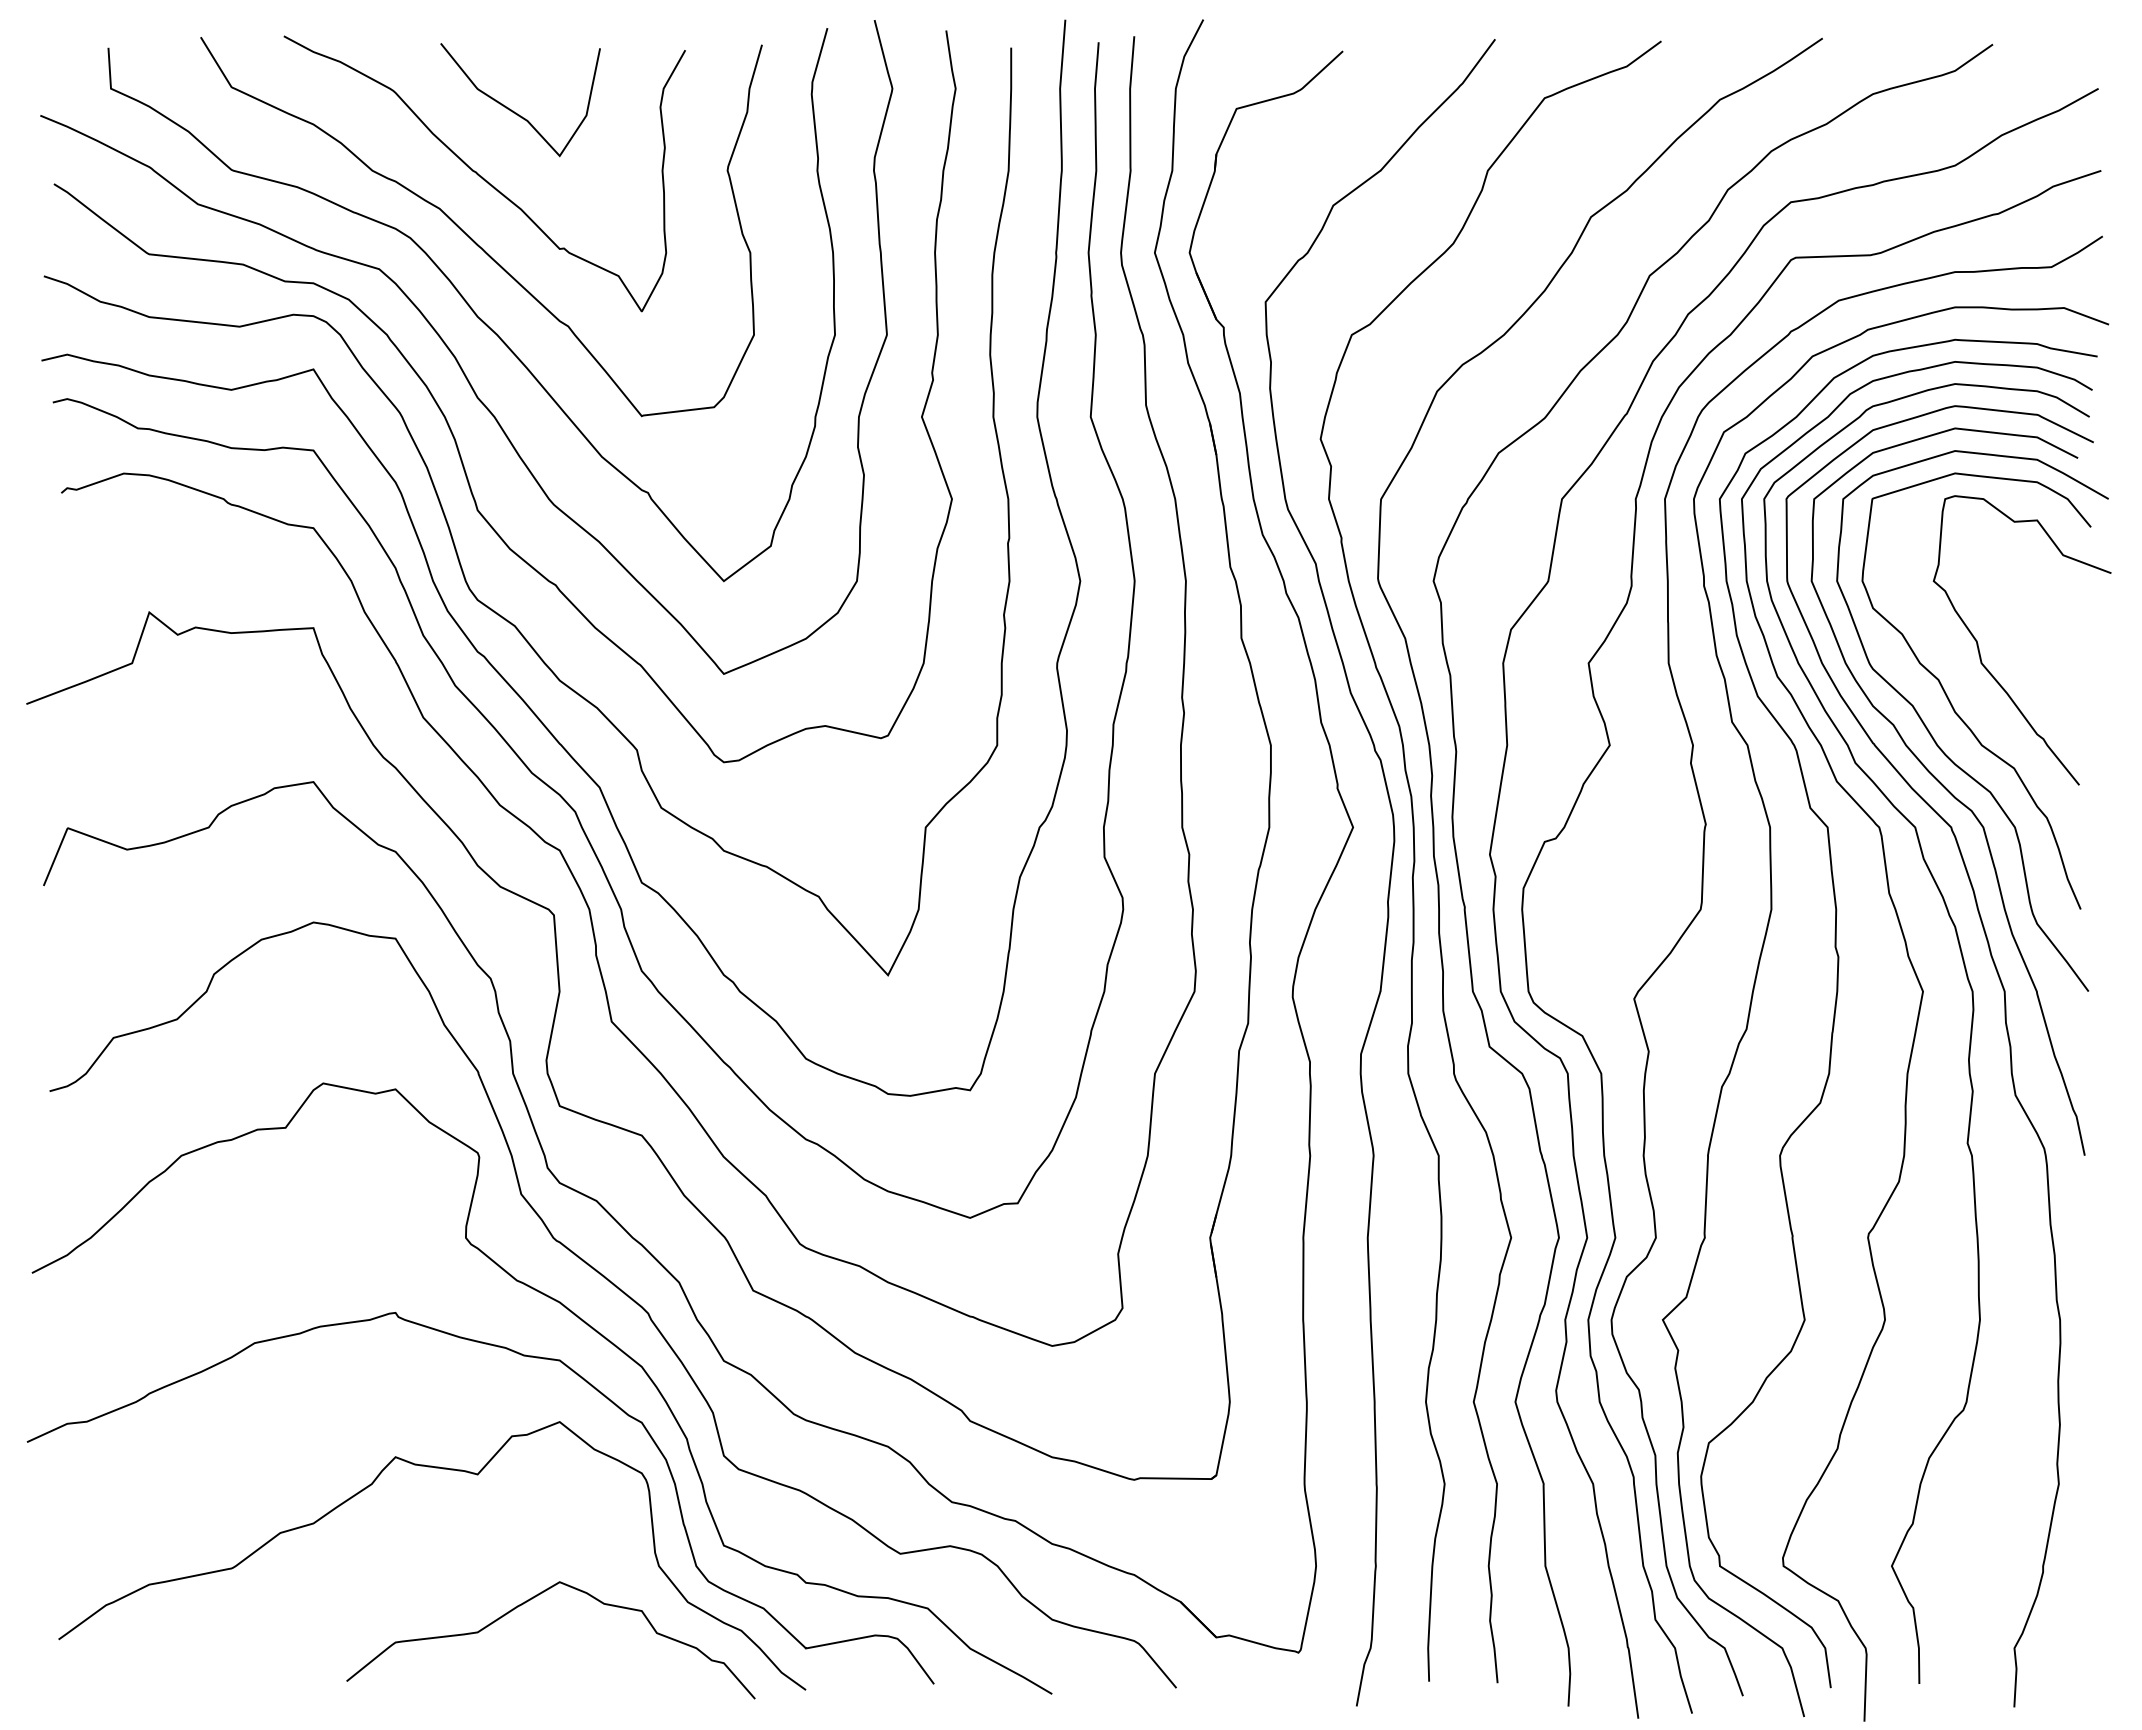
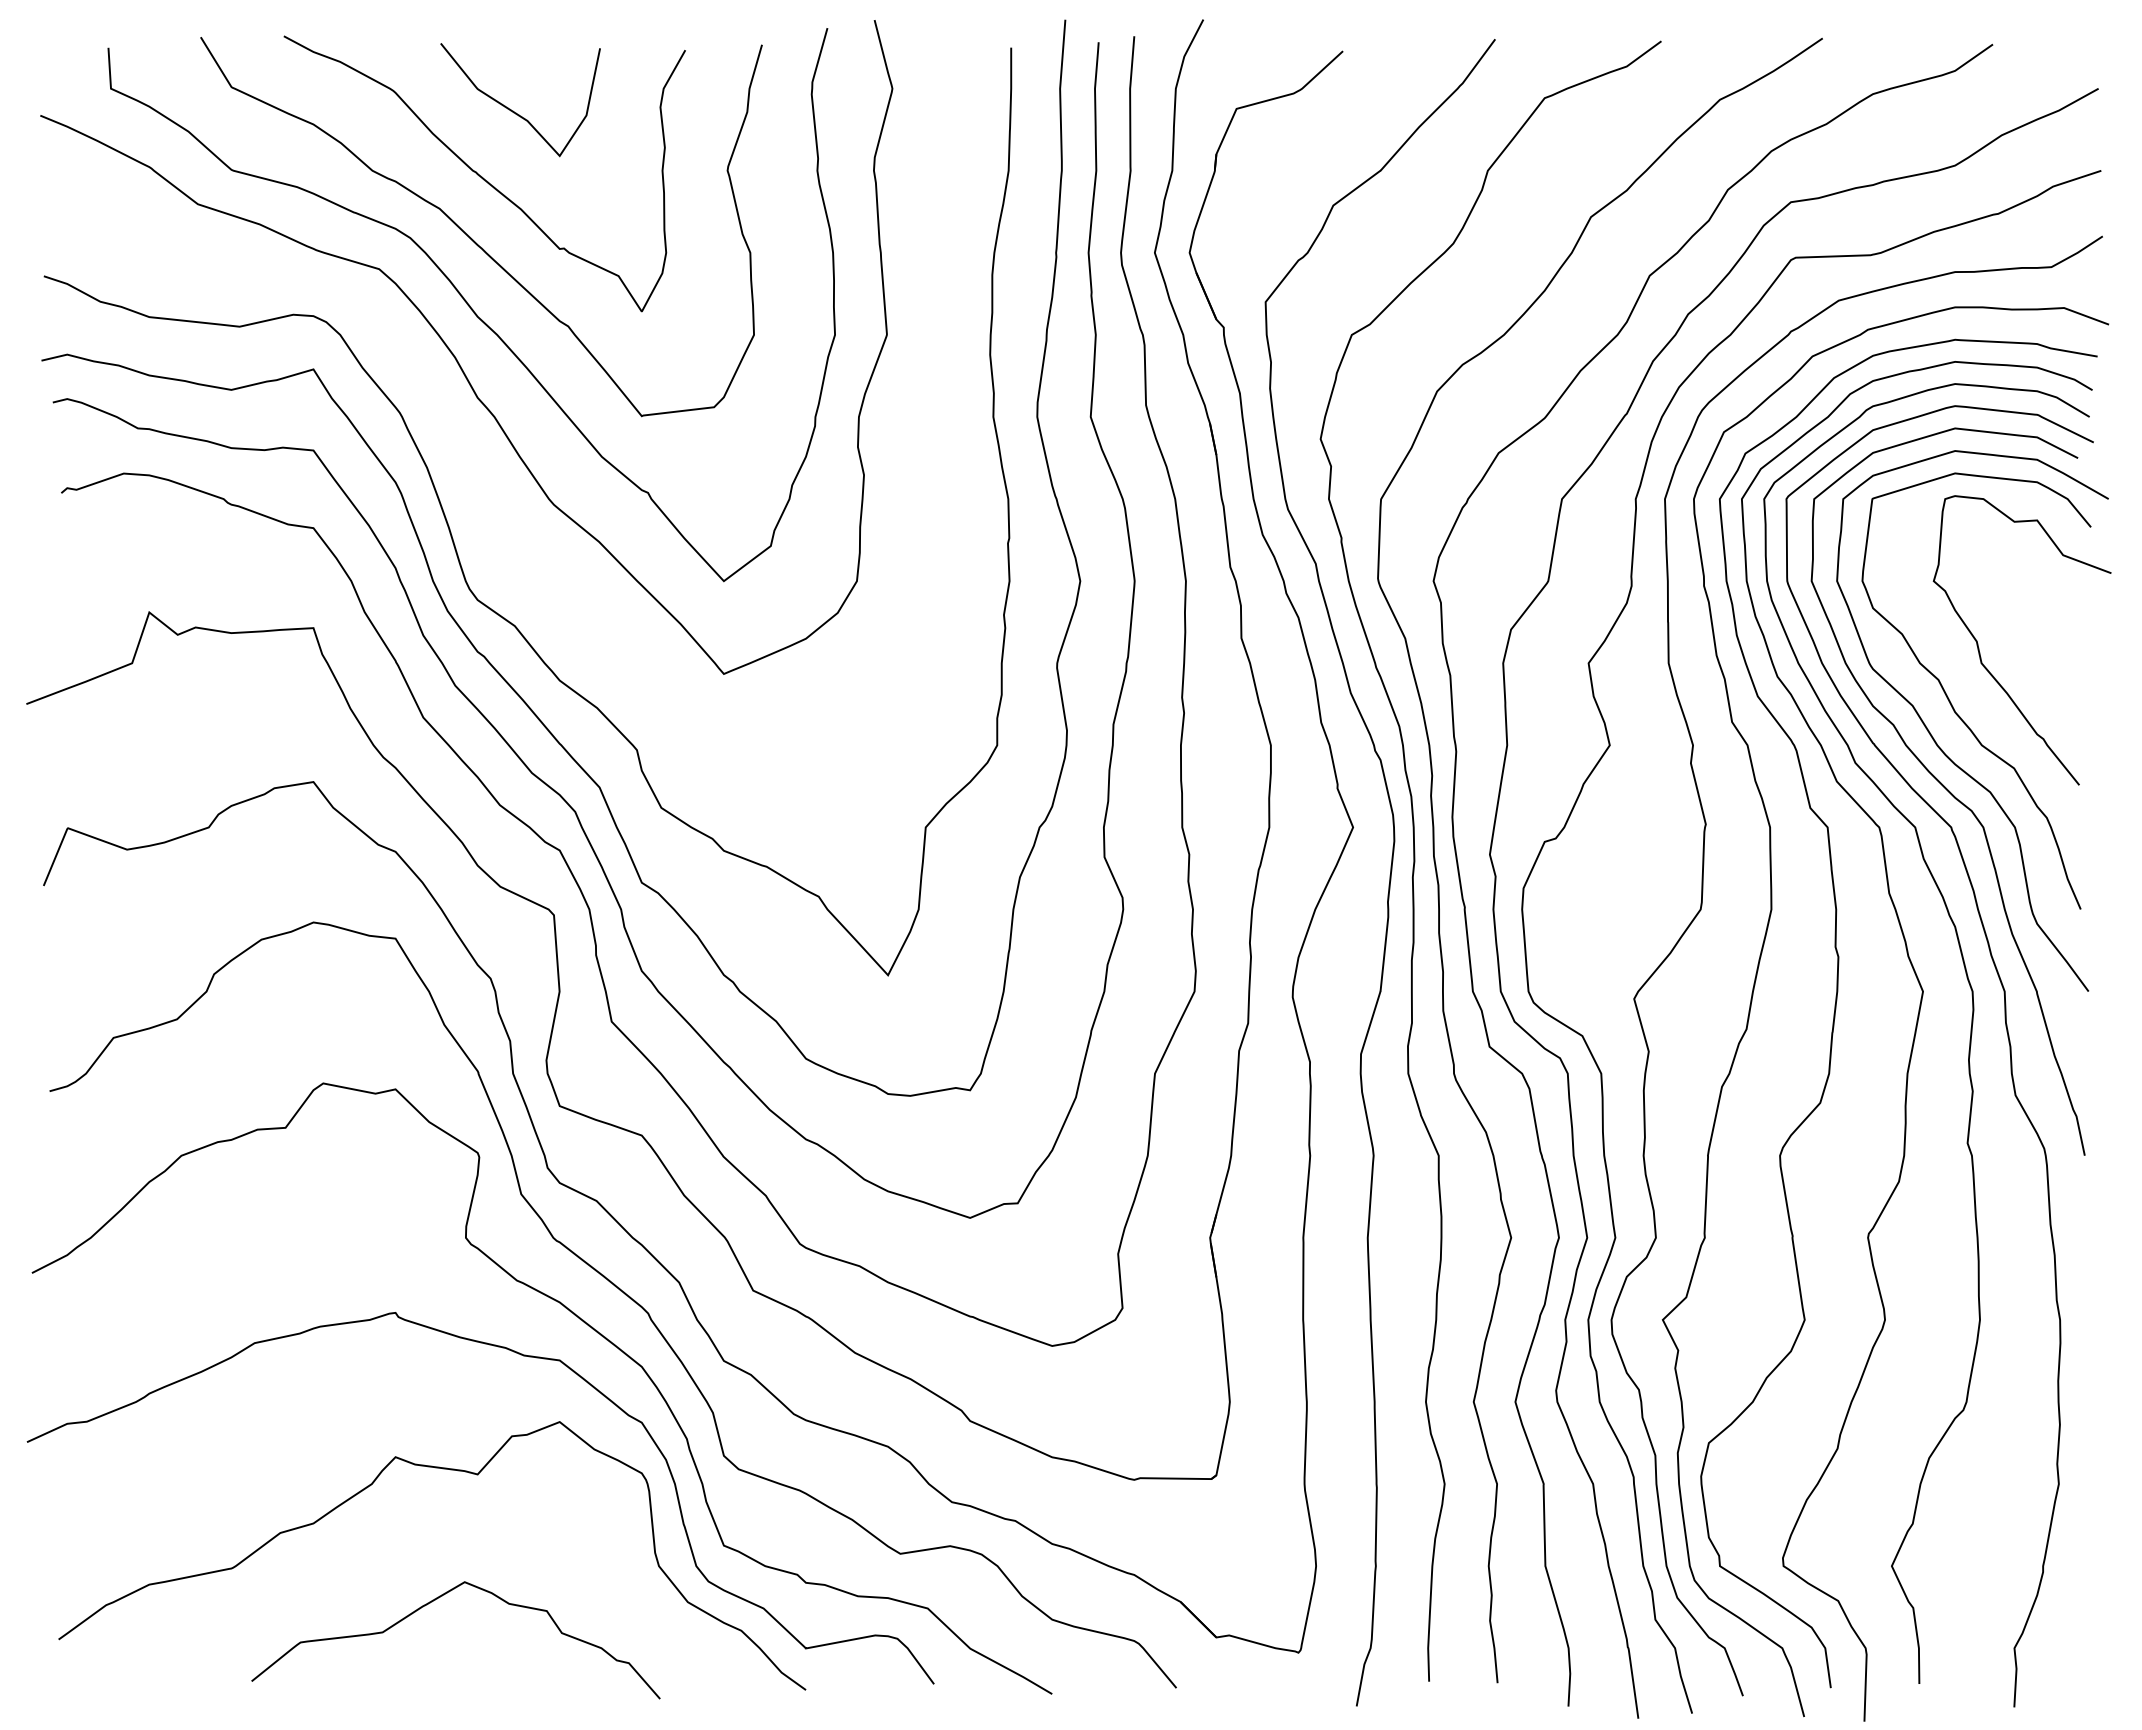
curve at (446, 417): present -> none
curve at (527, 1602) position: (527, 1602) -> (432, 1602)
